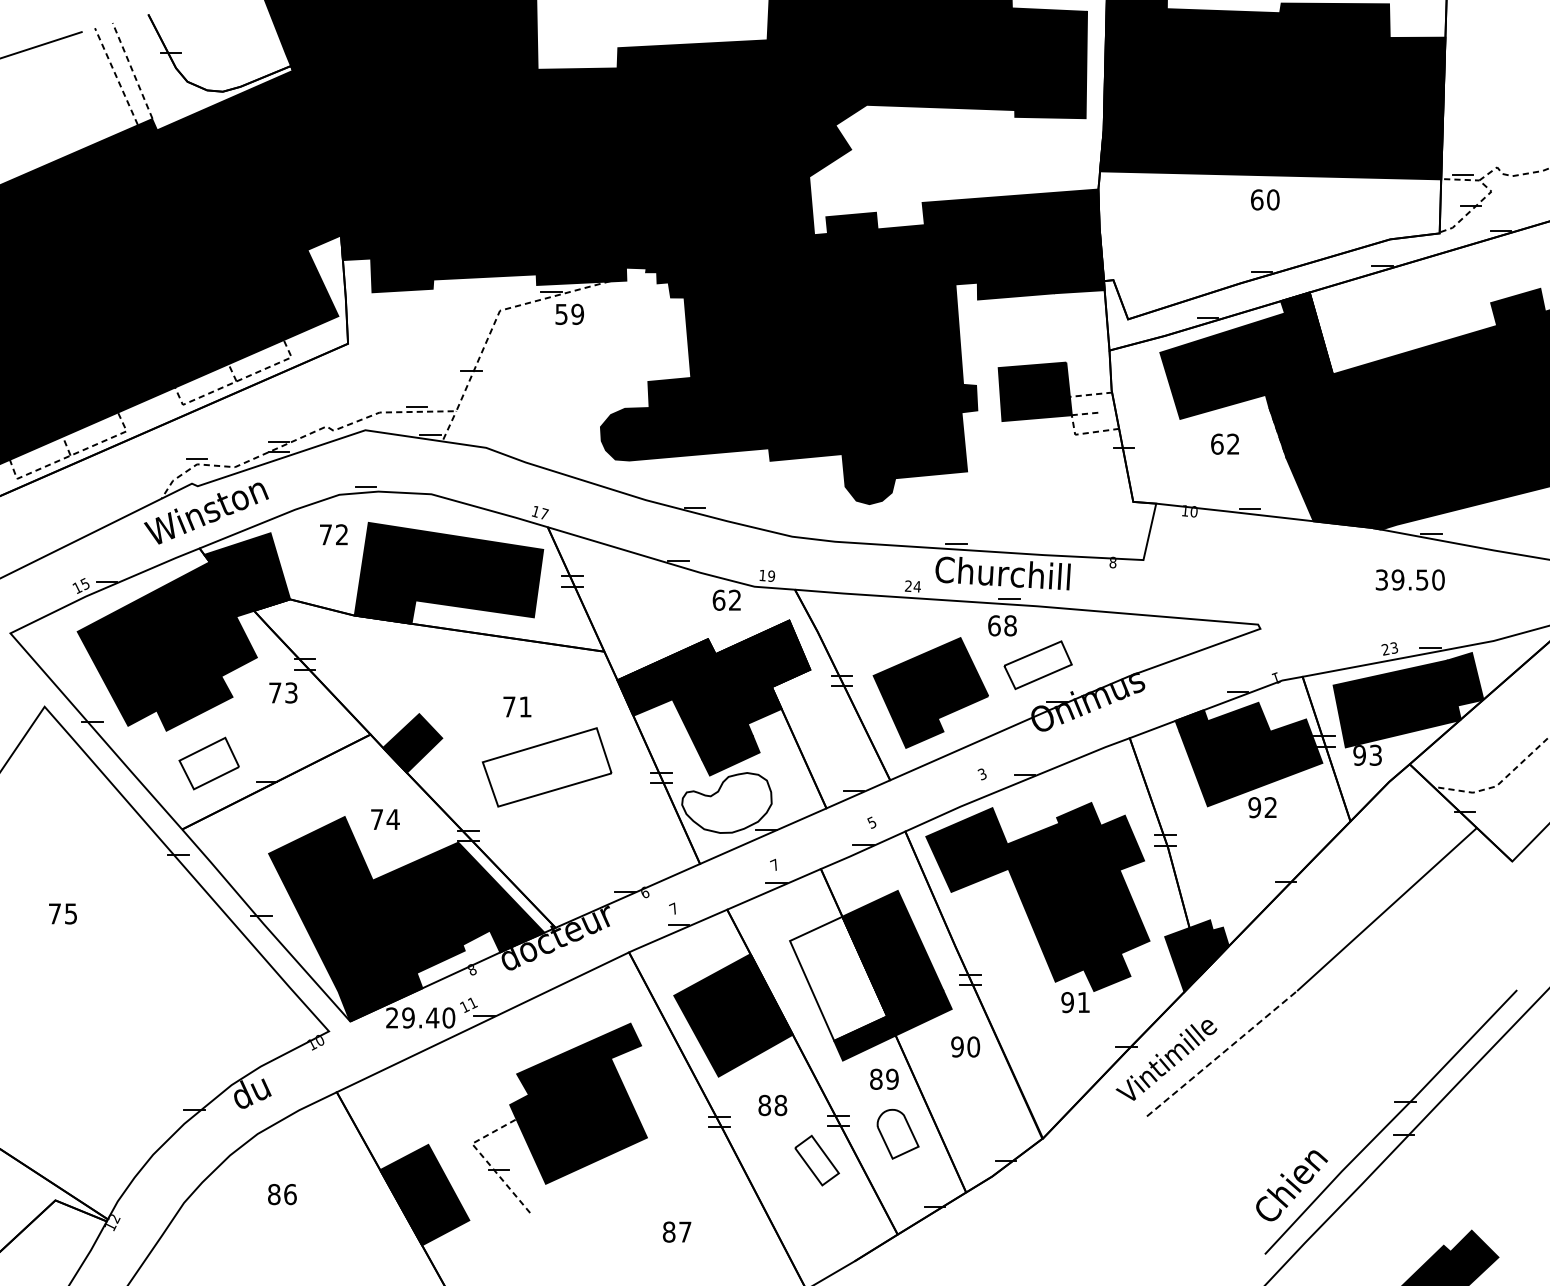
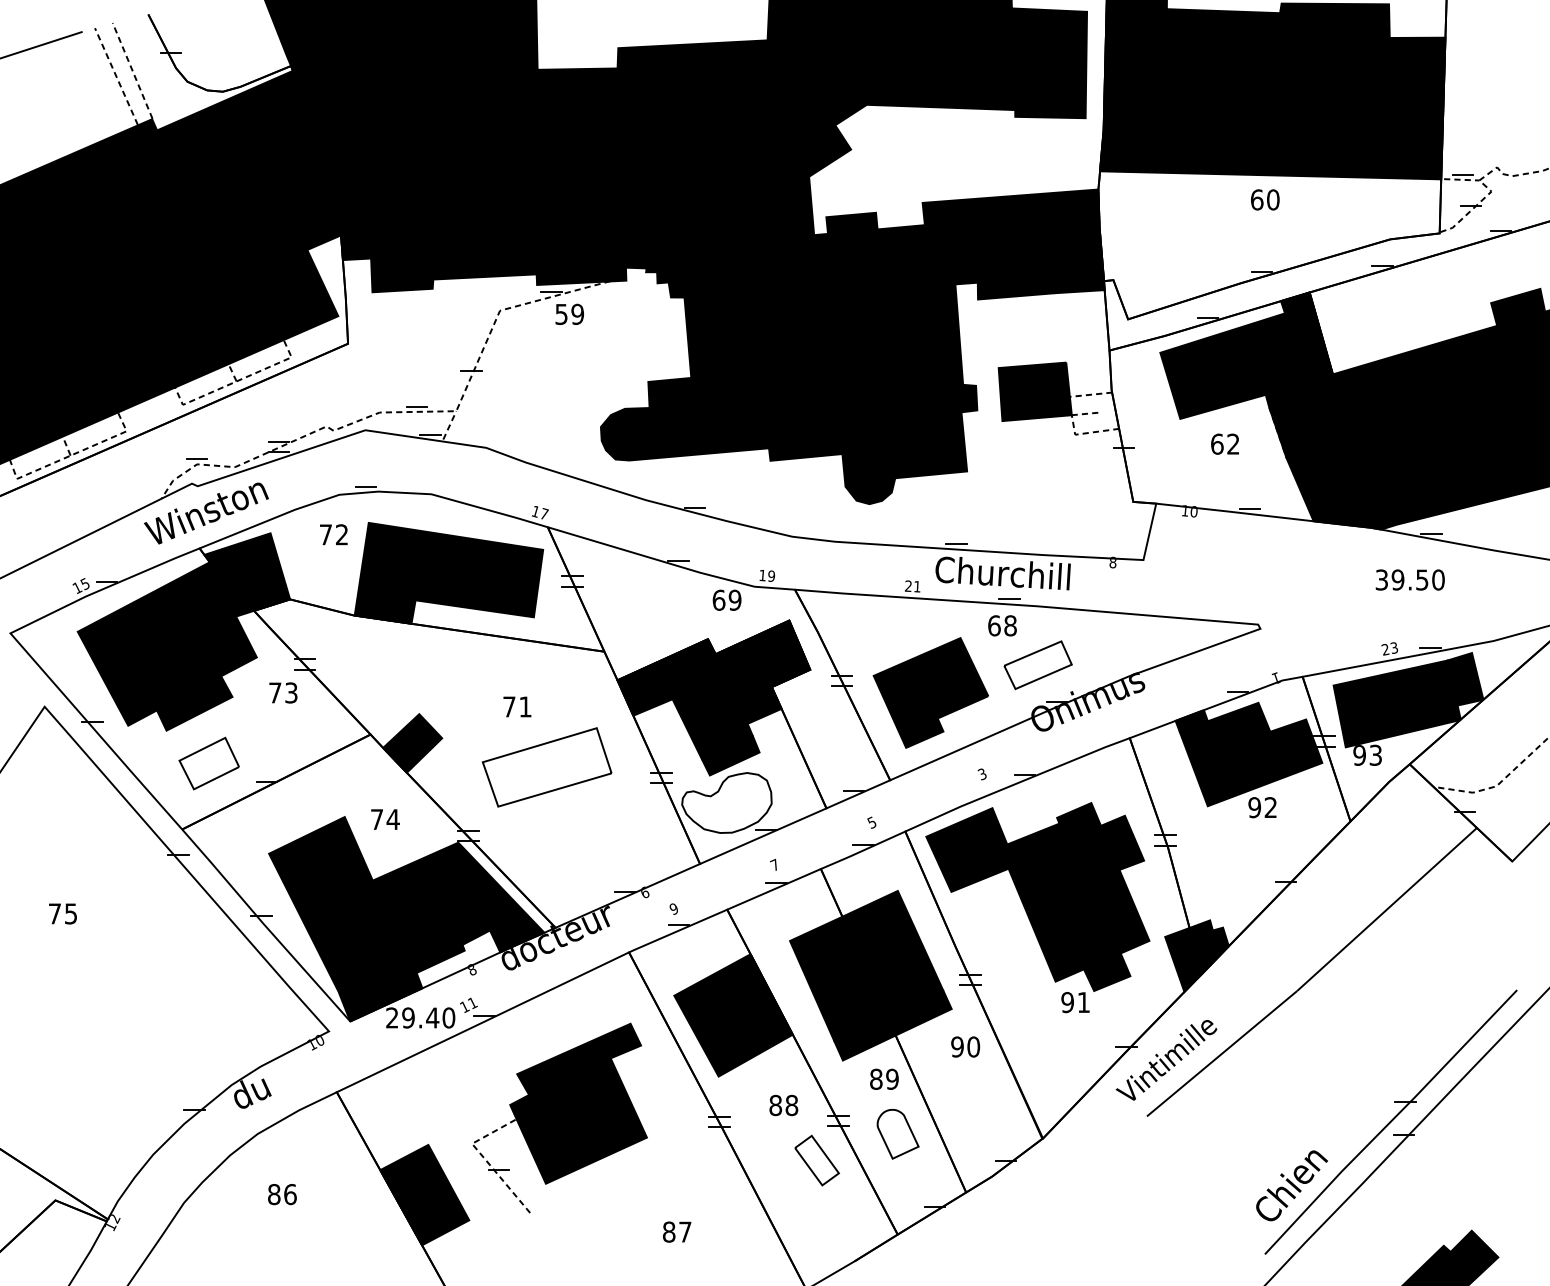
text at (916, 586): 24 -> 21
text at (734, 599): 62 -> 69
text at (673, 908): 7 -> 9
fill at (838, 978): none -> present
line at (1222, 1053): dashed -> solid
text at (772, 1105) position: (772, 1105) -> (783, 1105)
